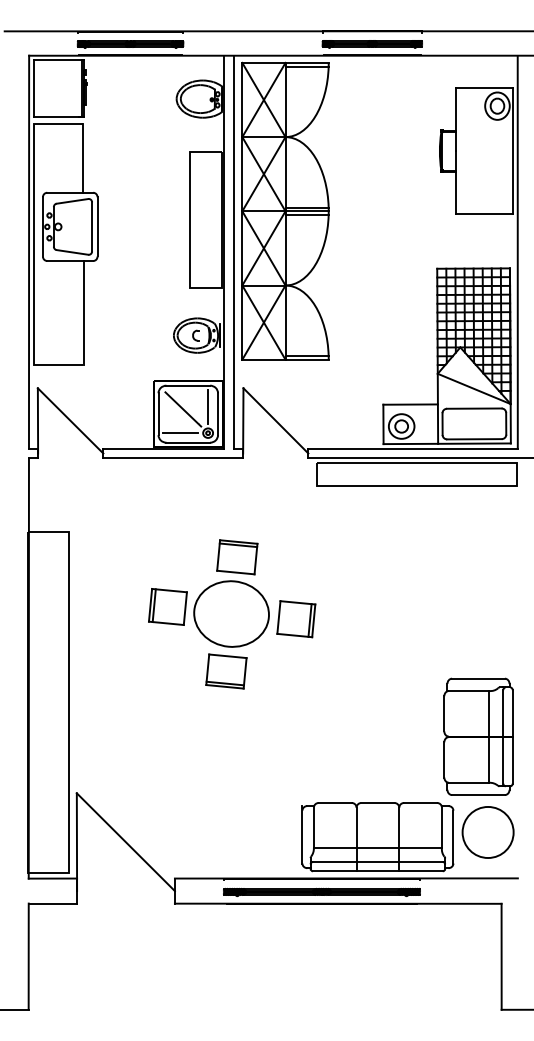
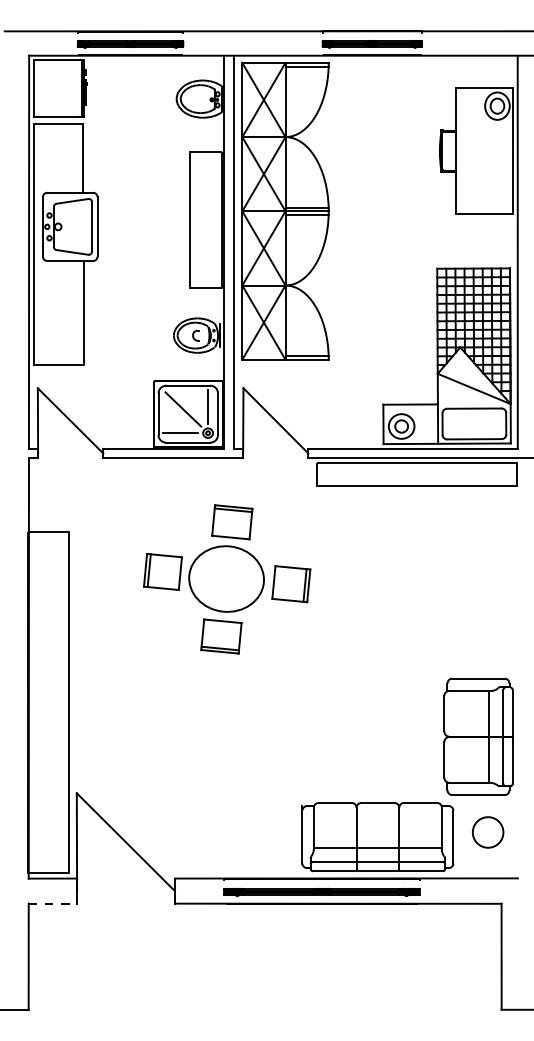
part at (232, 614) position: (232, 614) -> (227, 579)
circle at (487, 832) diameter: 51 px -> 31 px
line at (53, 903): solid -> dashed
